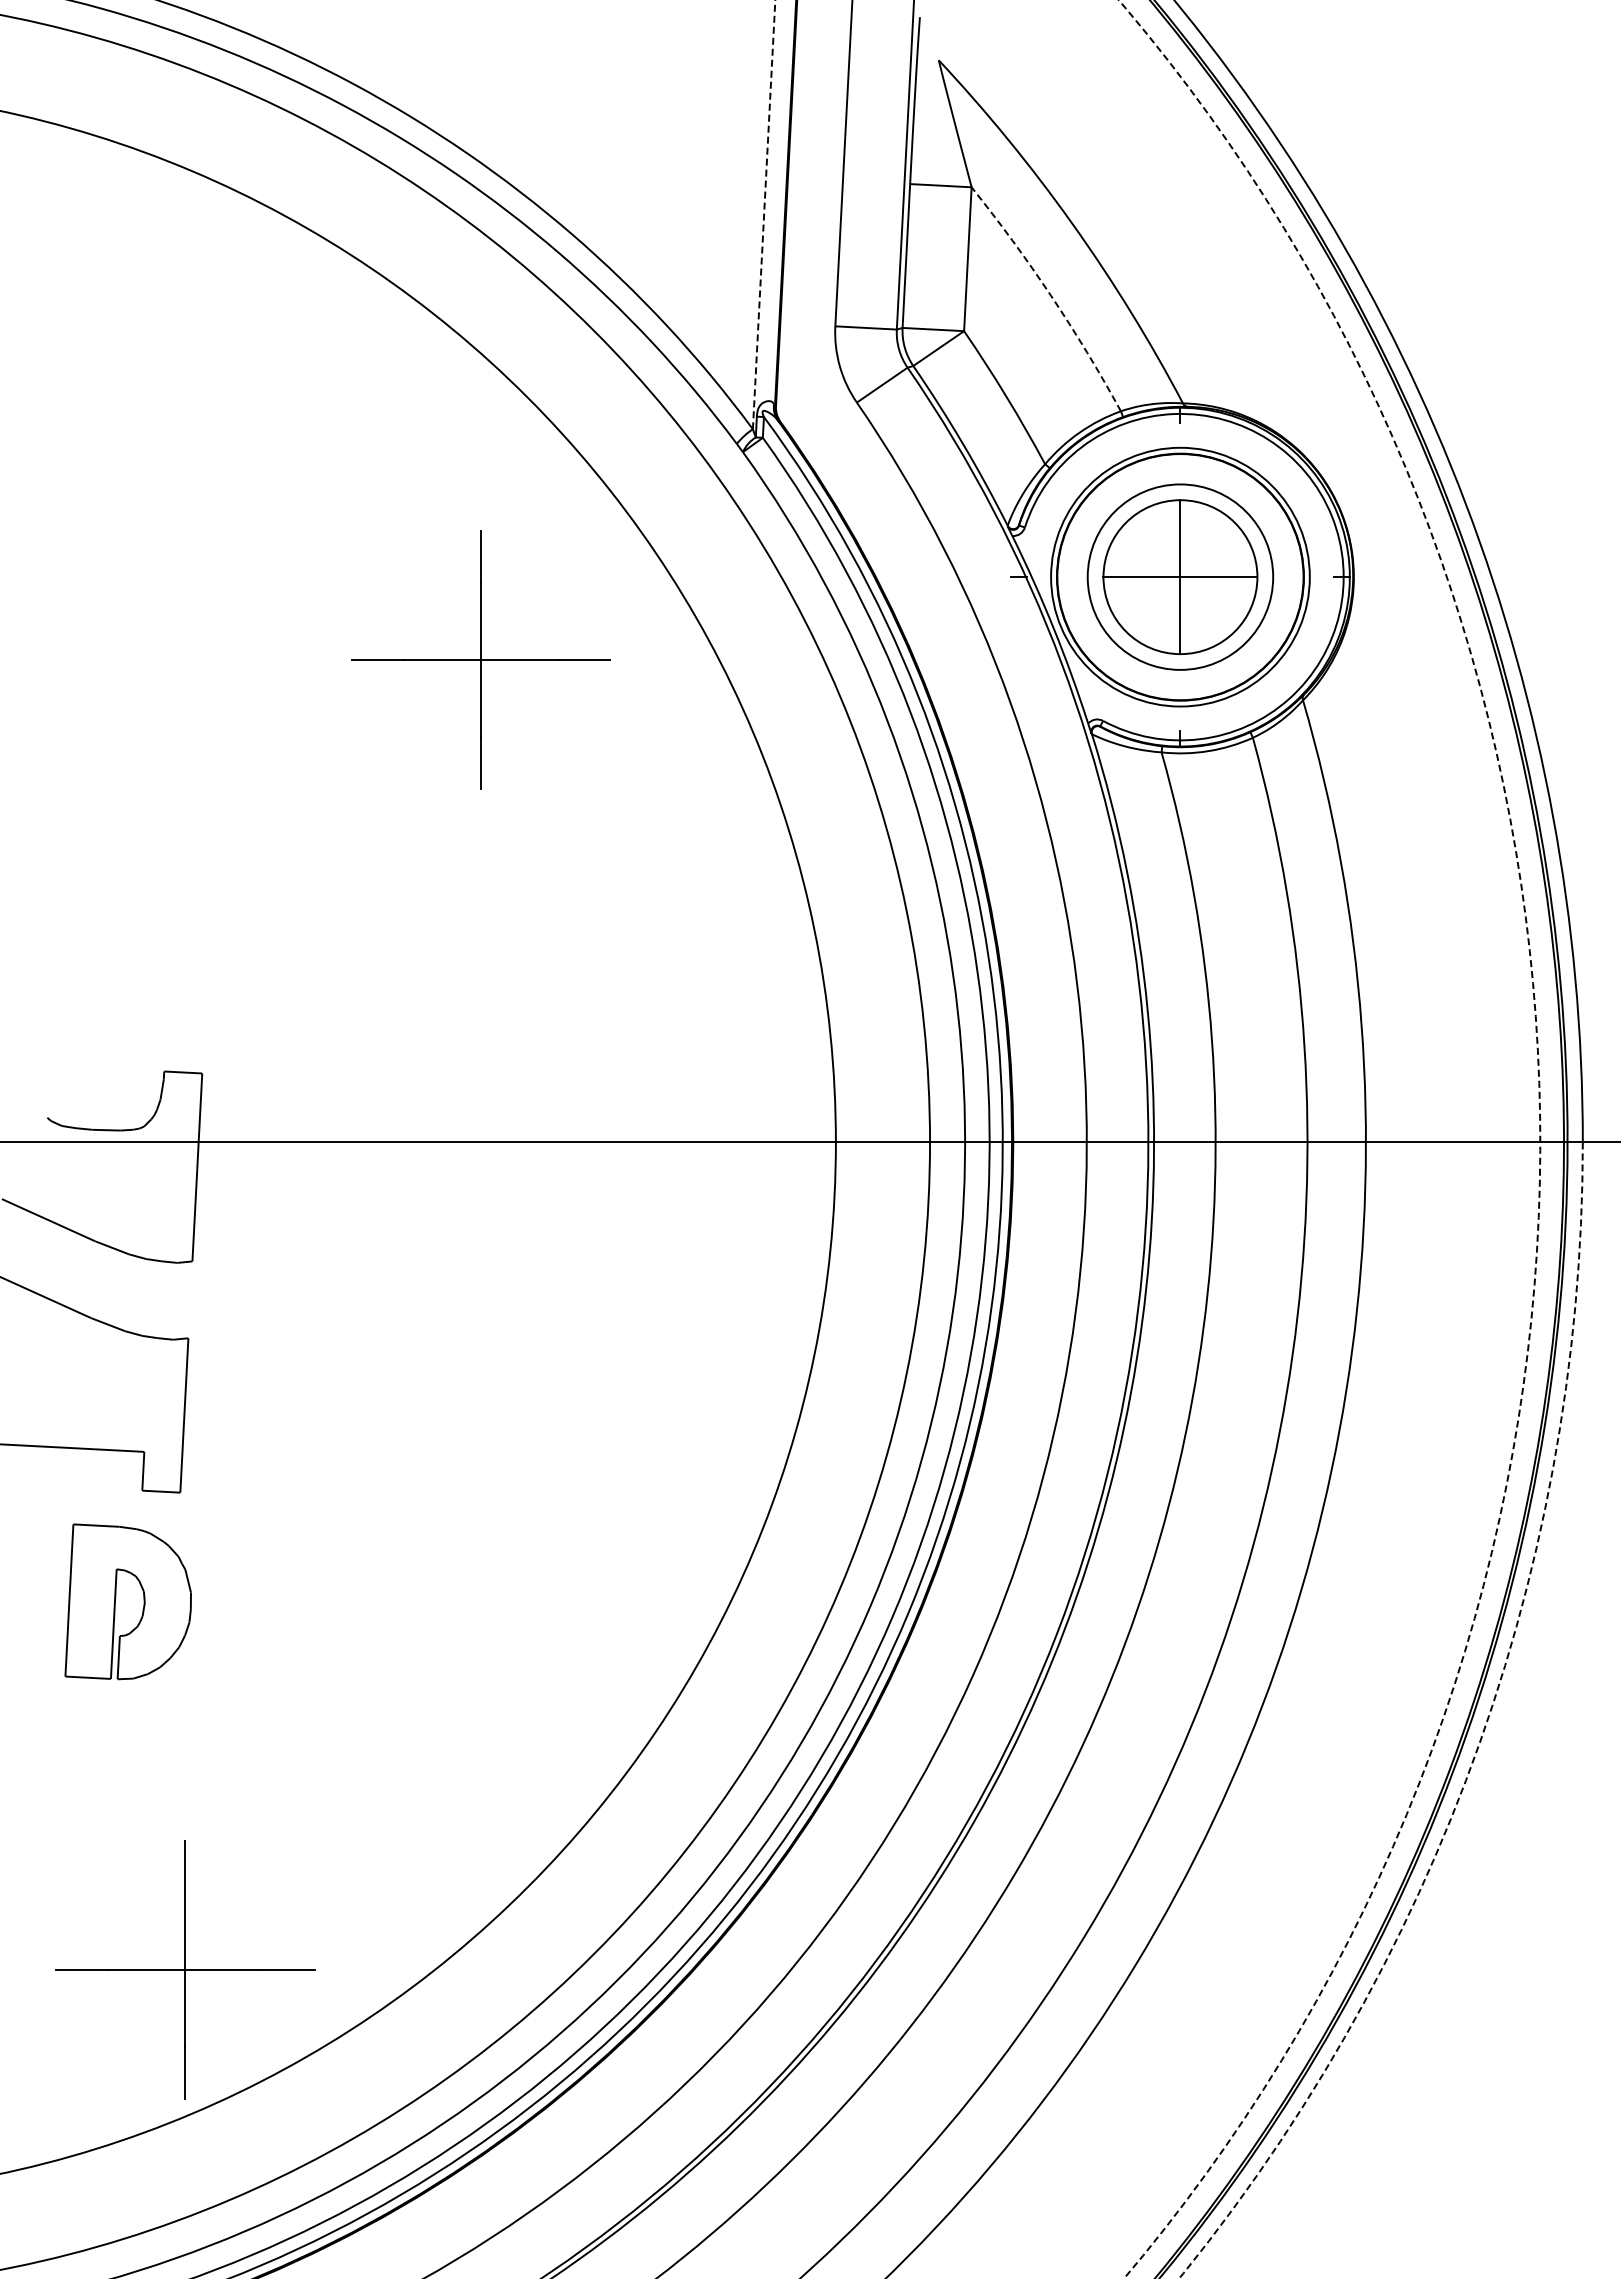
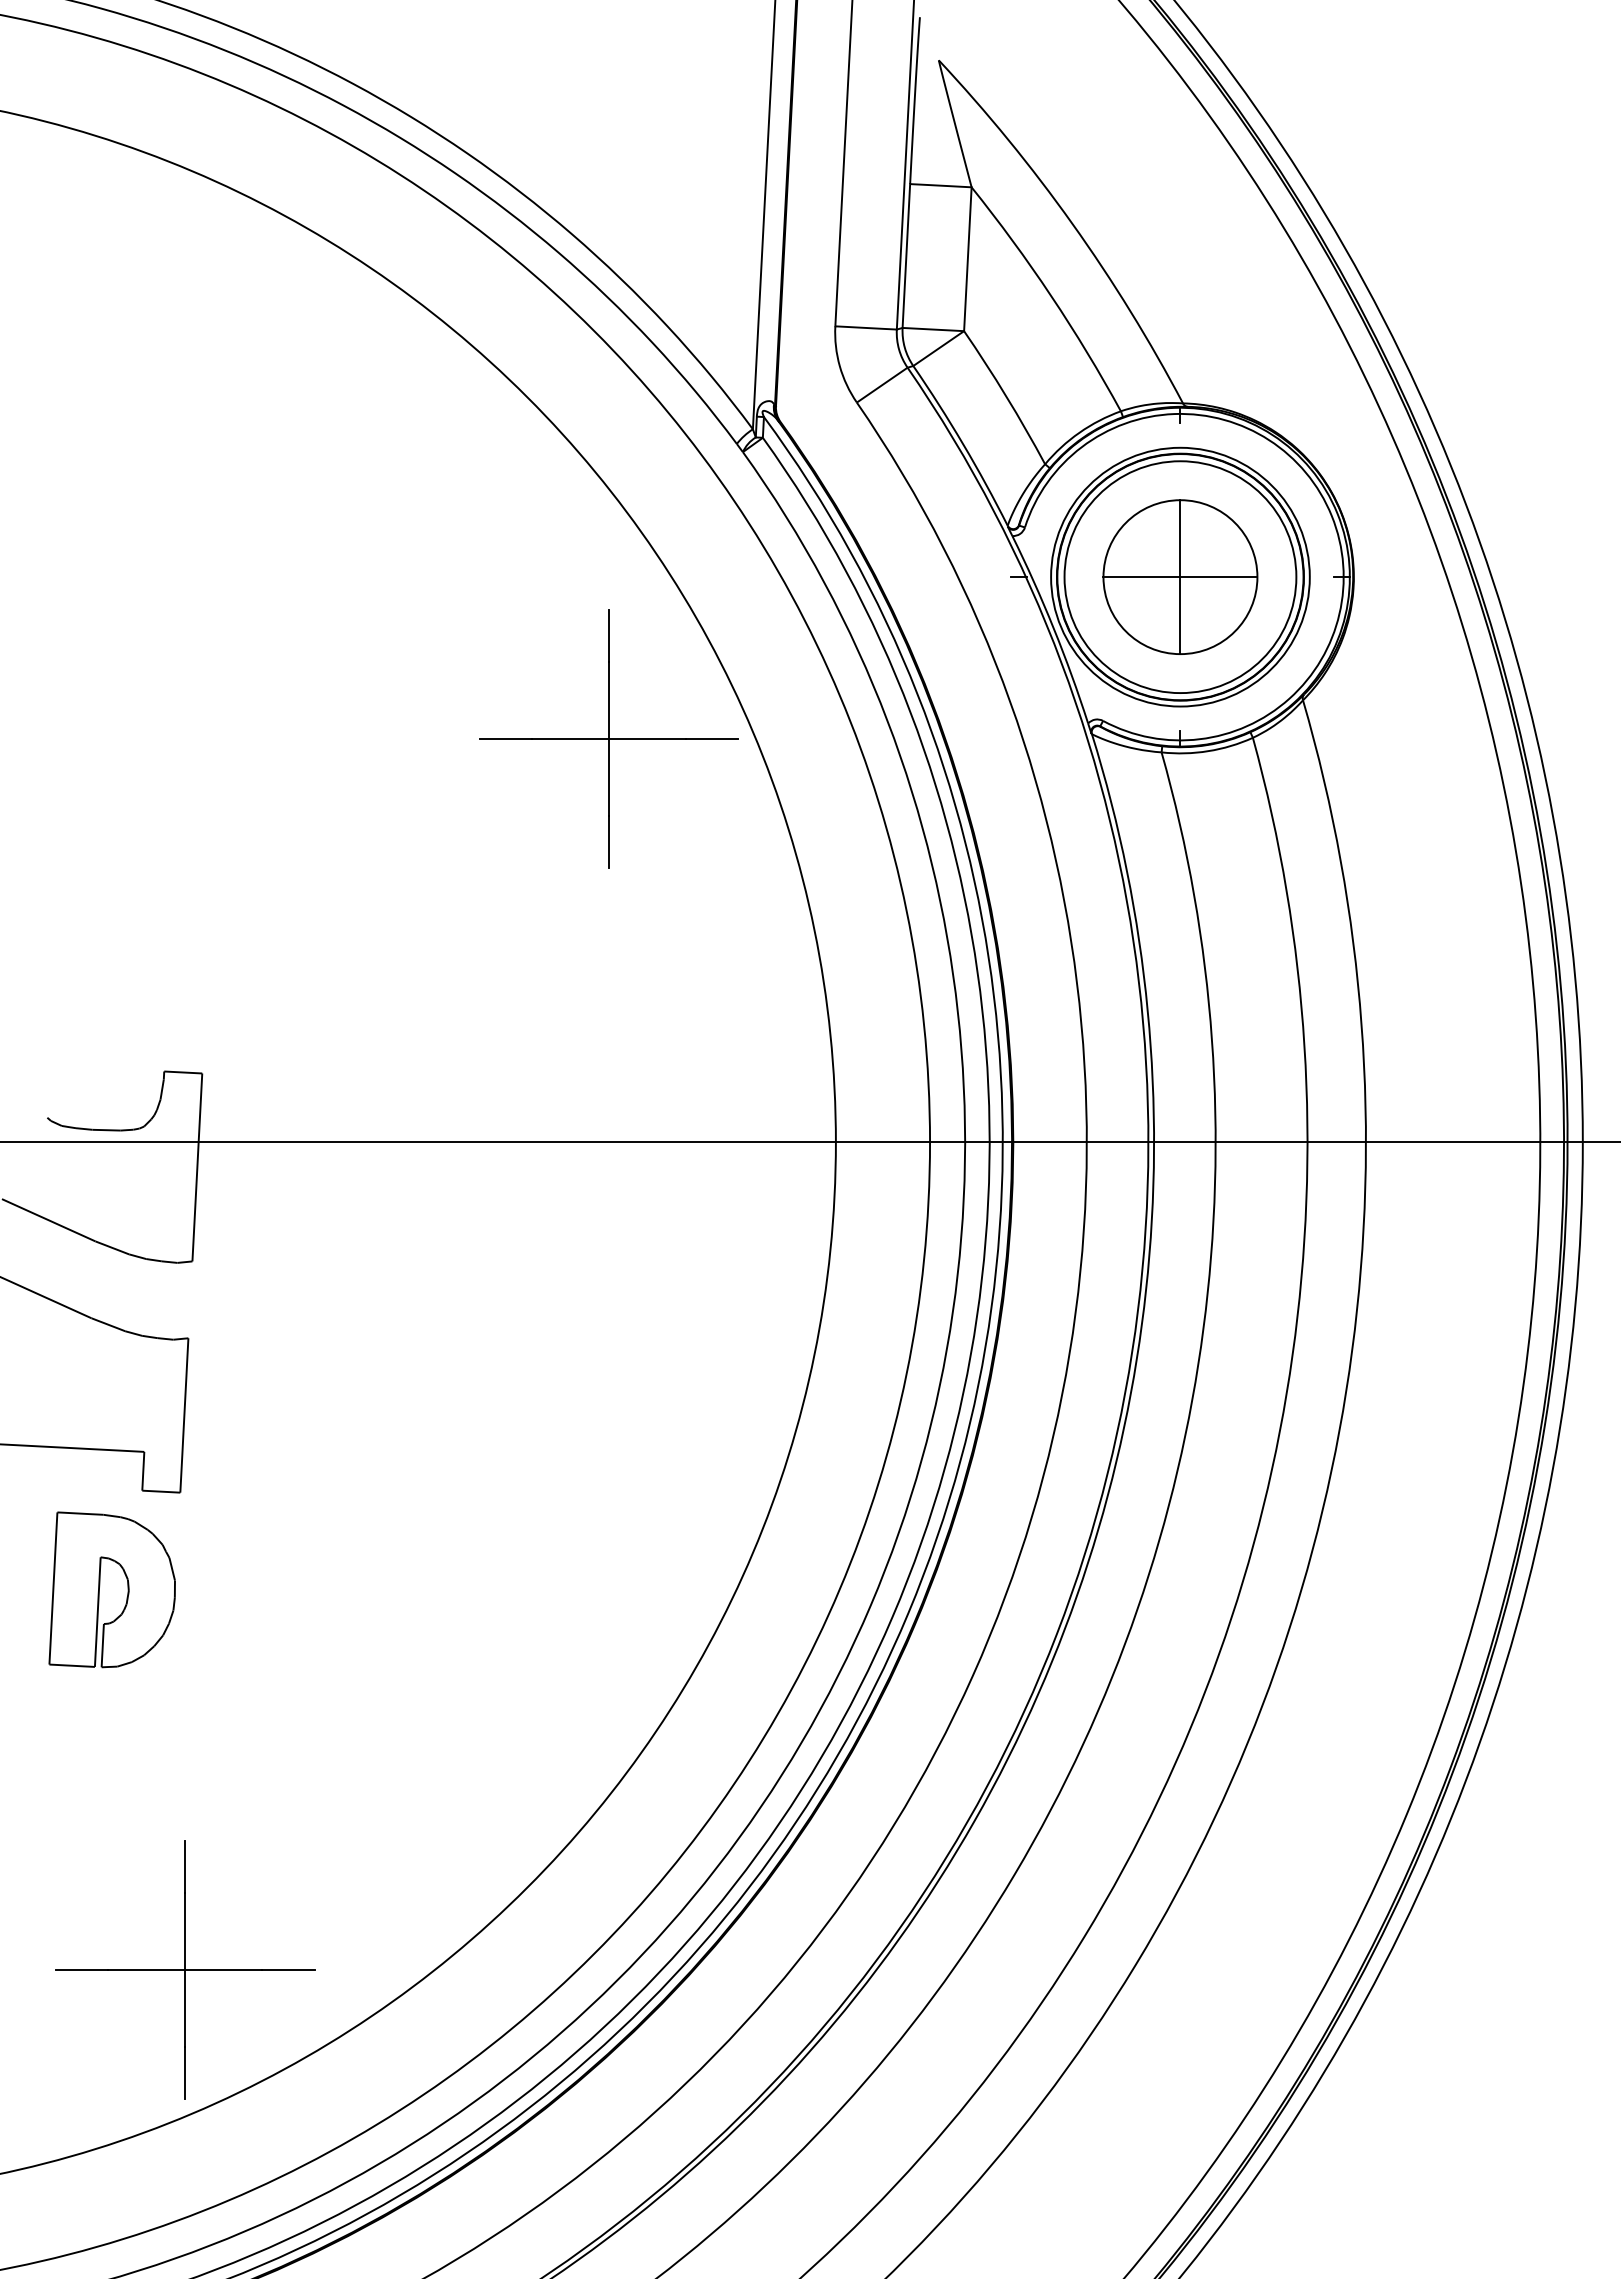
line at (764, 214): dashed -> solid
arc at (1051, 296): dashed -> solid
circle at (1180, 576) diameter: 185 px -> 232 px
part at (480, 659) position: (480, 659) -> (608, 738)
arc at (1540, 1139): dashed -> solid
part at (116, 1597) position: (116, 1597) -> (100, 1585)
arc at (1479, 1744): dashed -> solid
